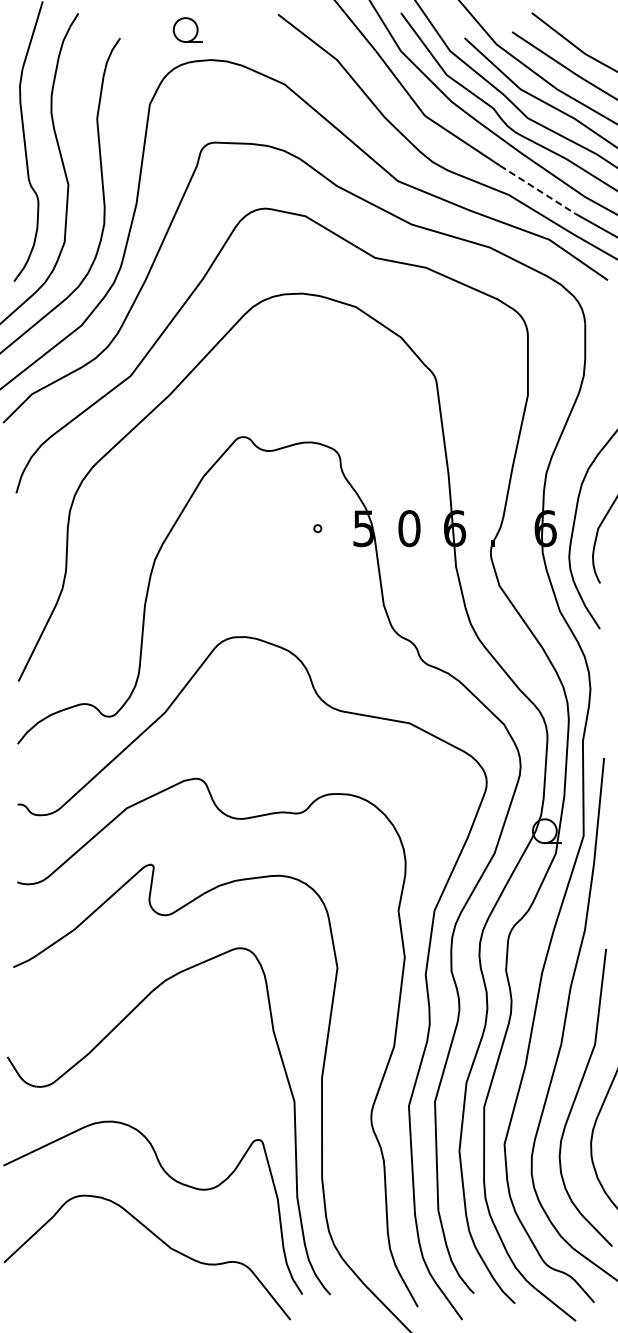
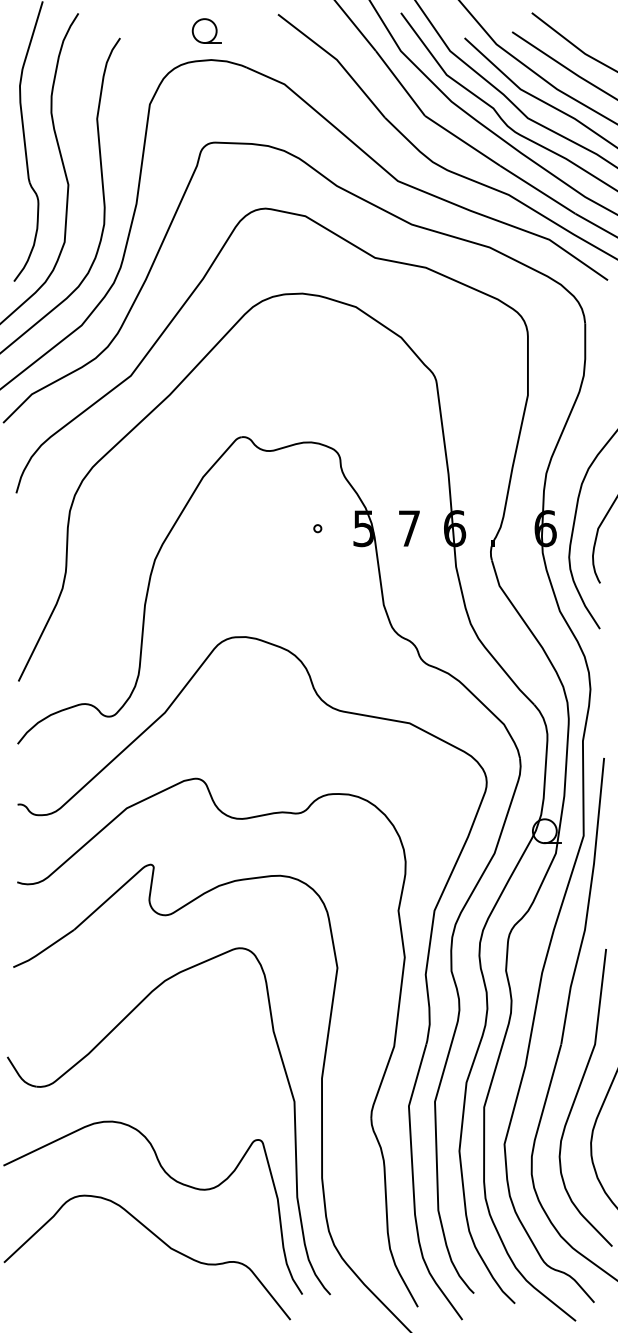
part at (187, 29) position: (187, 29) -> (206, 30)
line at (537, 189): dashed -> solid
text at (409, 528): 0 -> 7
